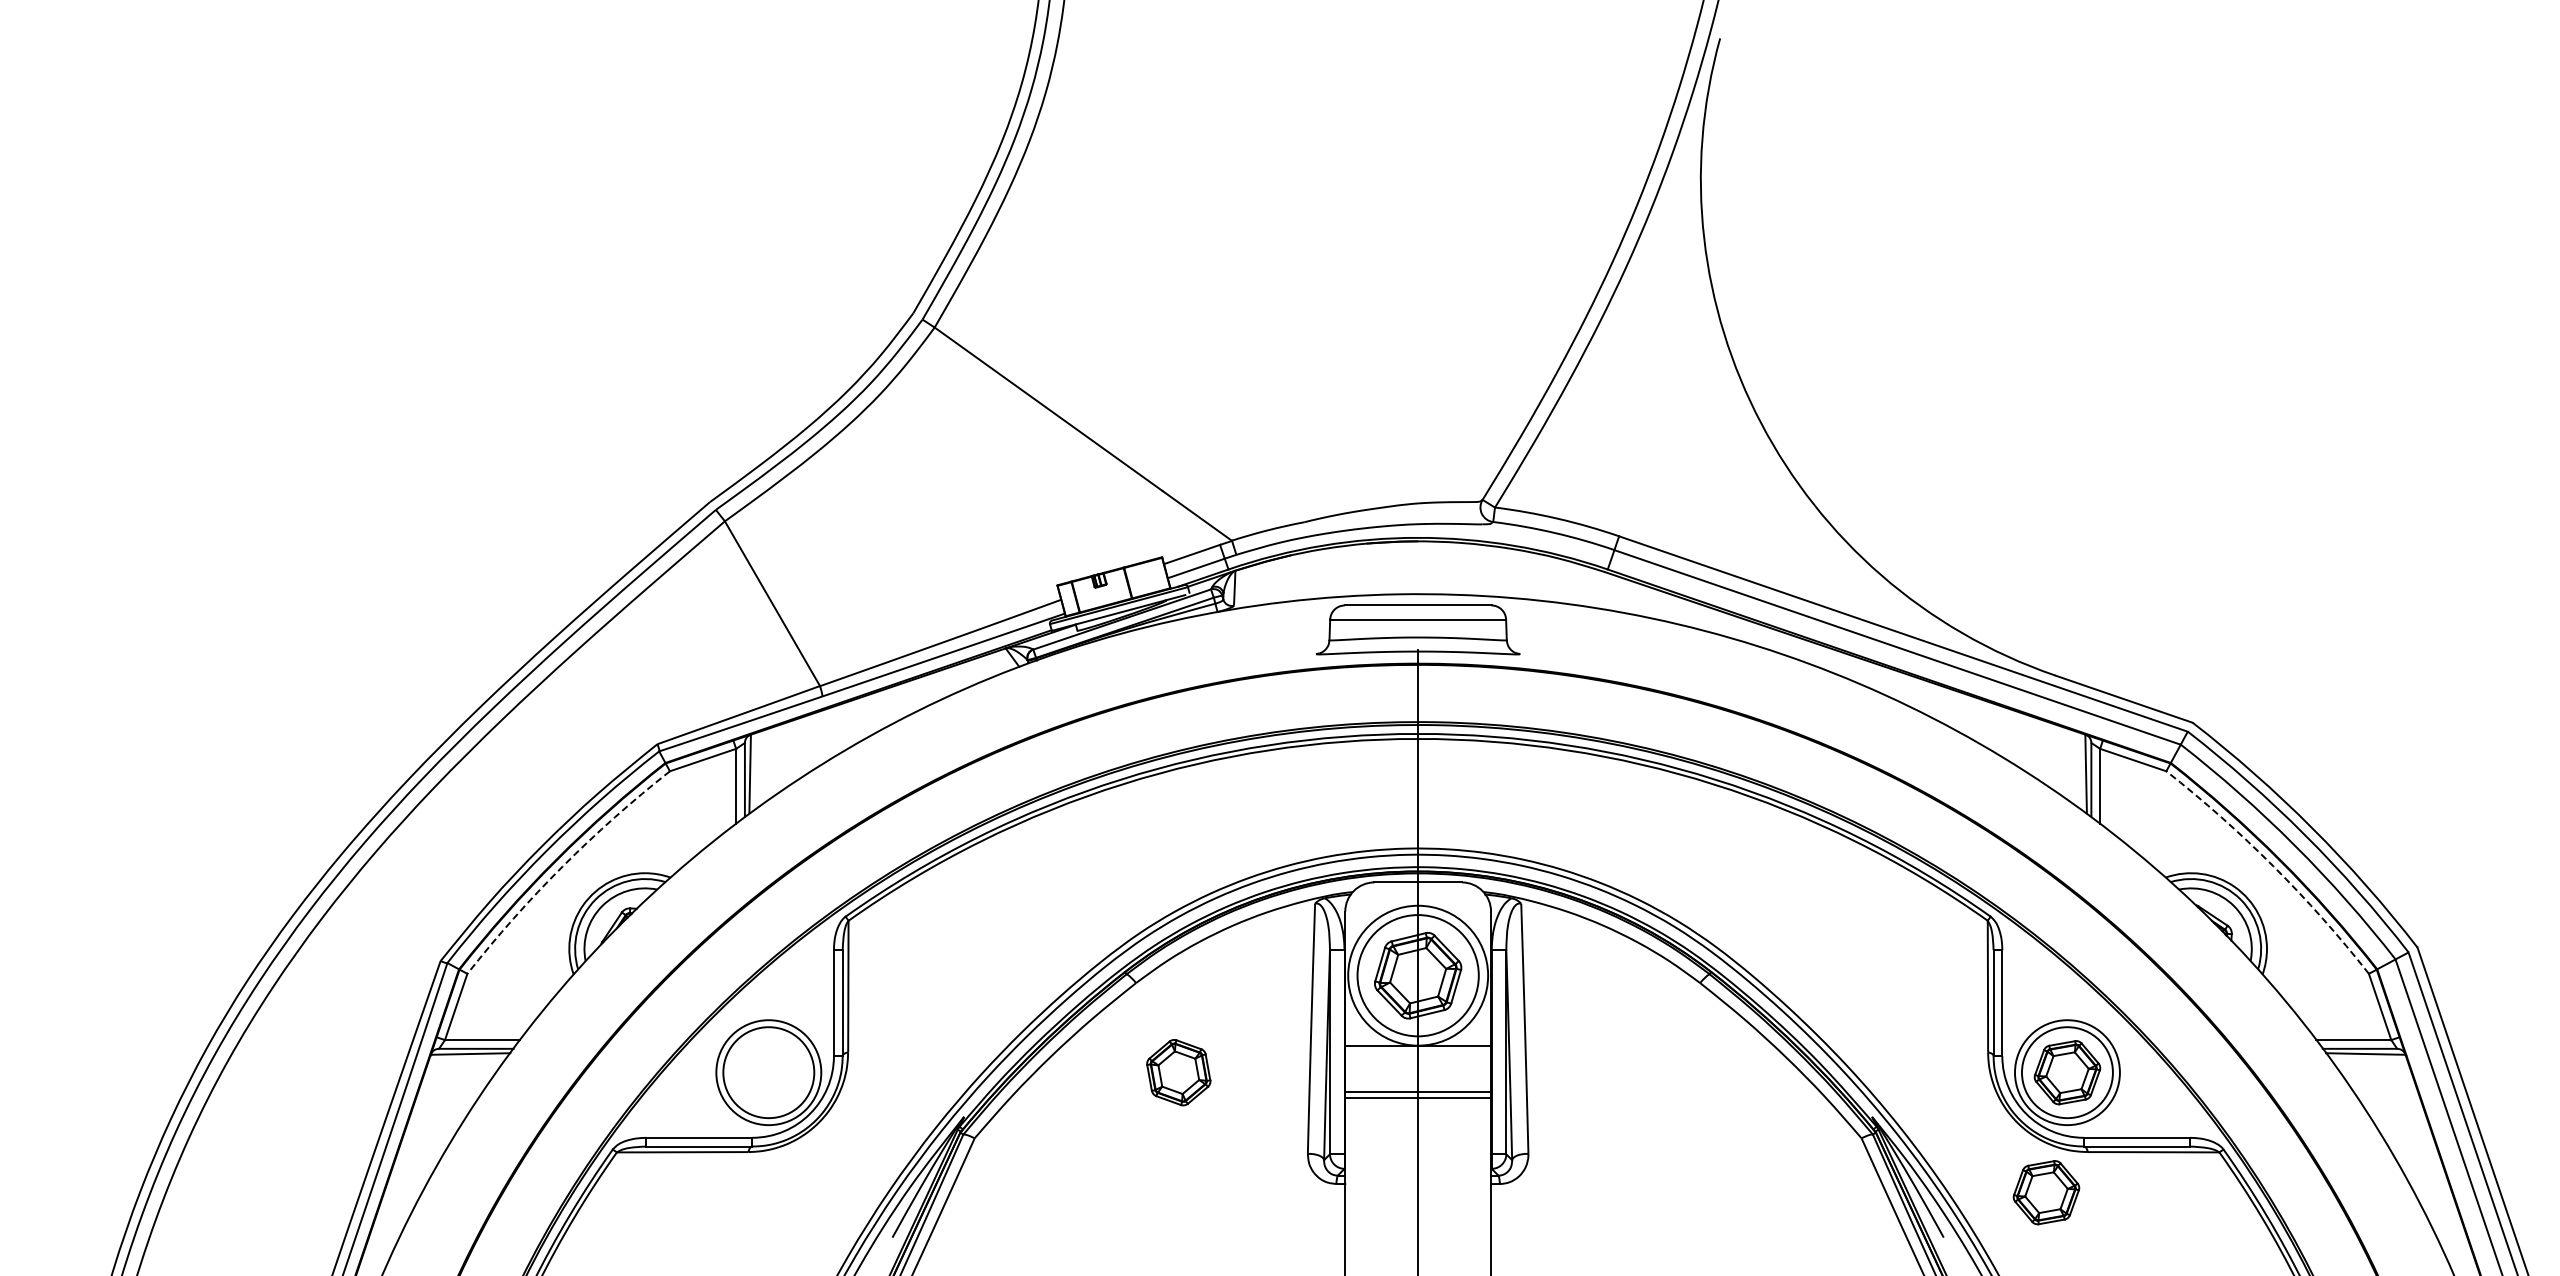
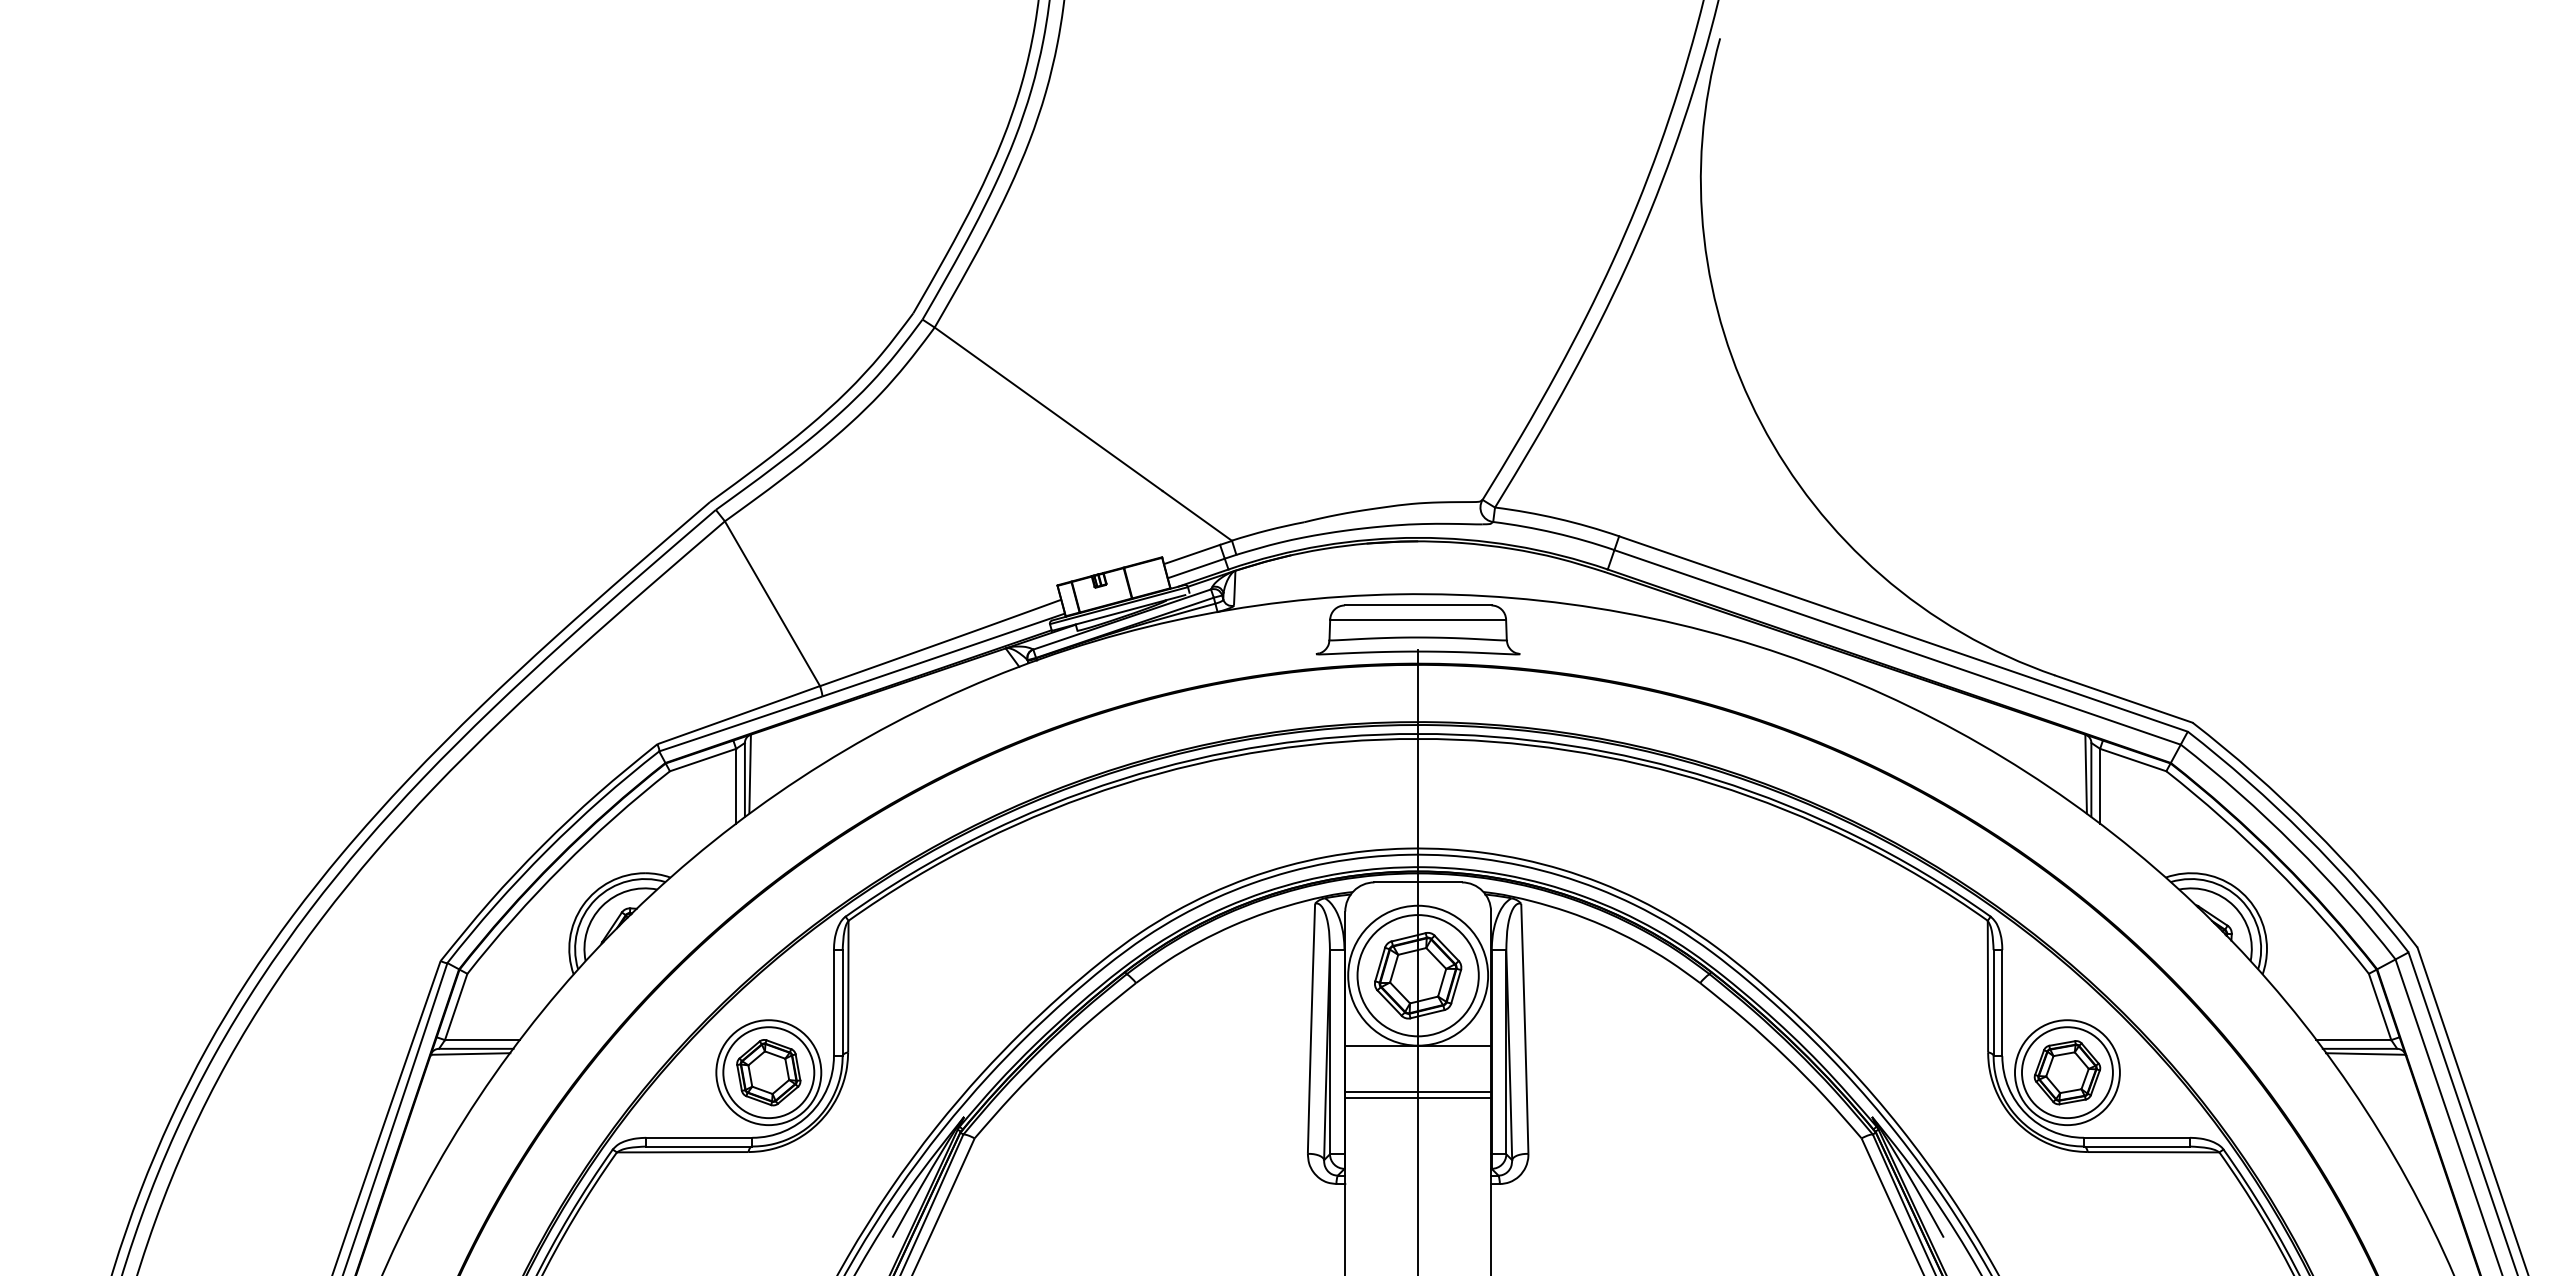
arc at (562, 866): dashed -> solid
arc at (2273, 866): dashed -> solid
part at (1178, 1072) position: (1178, 1072) -> (768, 1072)
part at (2046, 1192): present -> none
